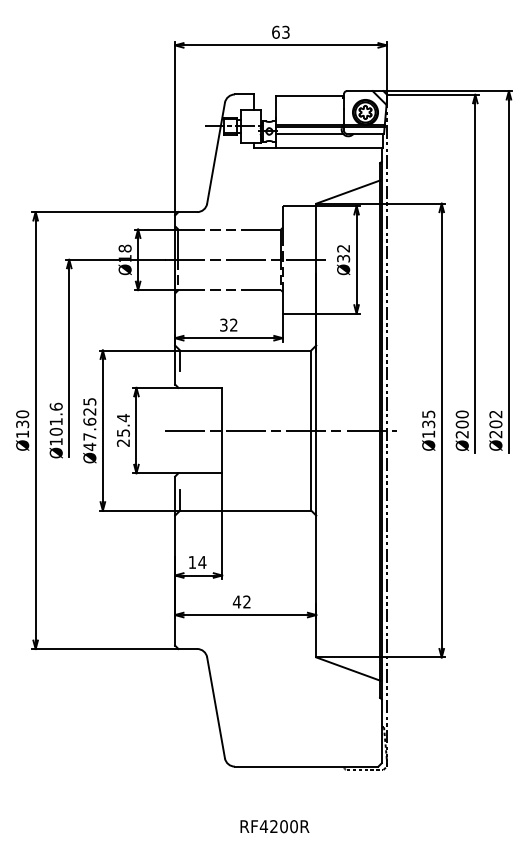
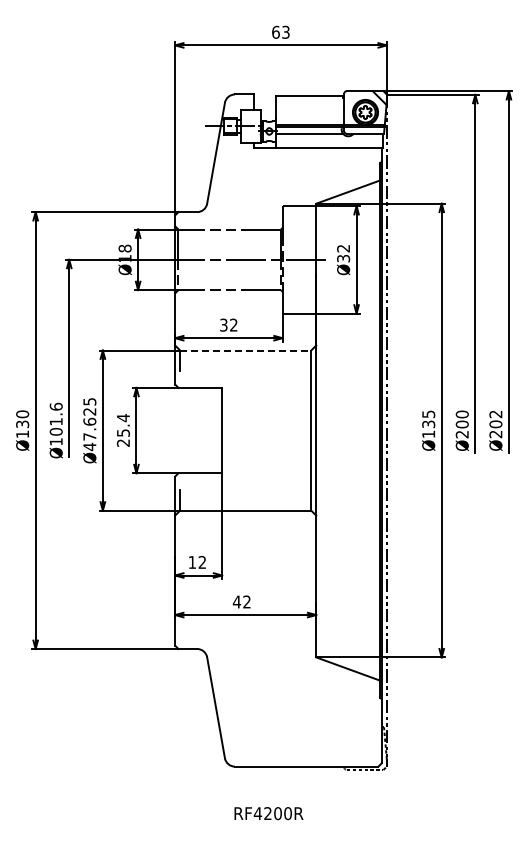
line at (245, 350): solid -> dashed
line at (280, 430): present -> none
text at (202, 562): 14 -> 12
text at (274, 826) position: (274, 826) -> (268, 813)
